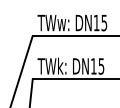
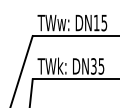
text at (93, 66): DN15 -> DN35
